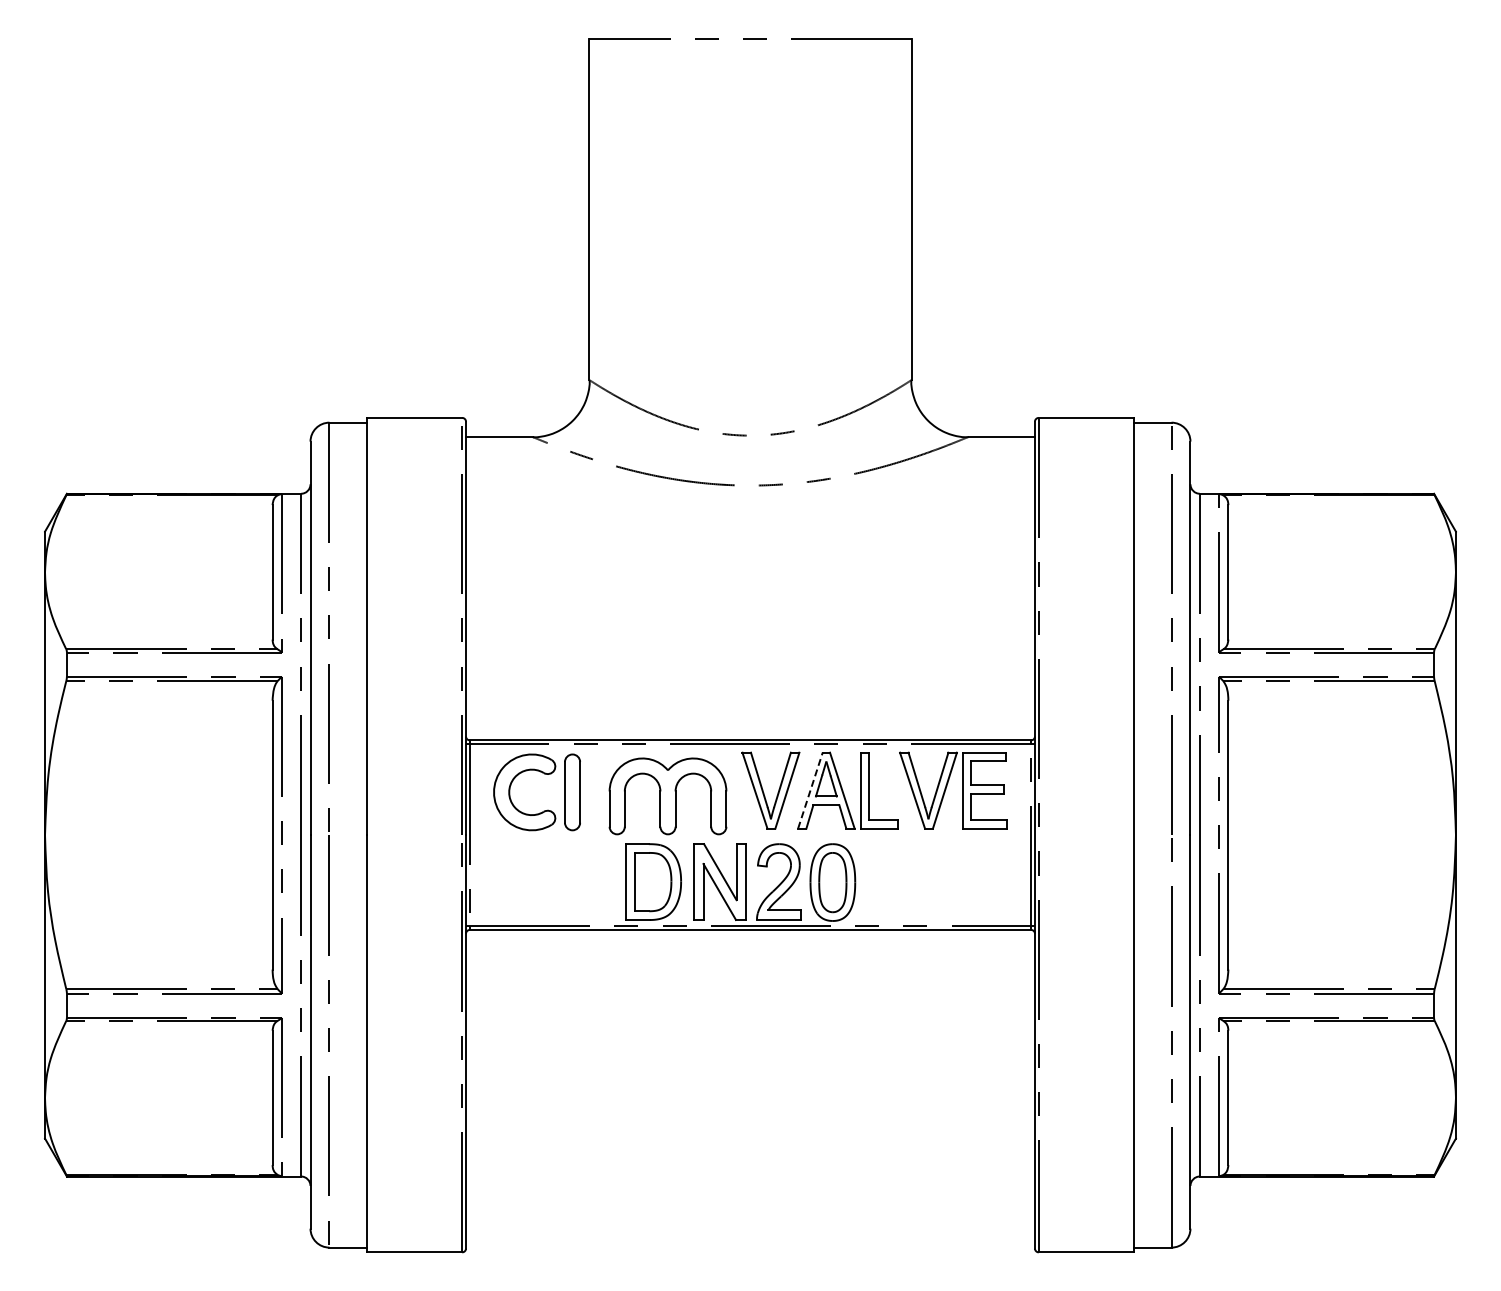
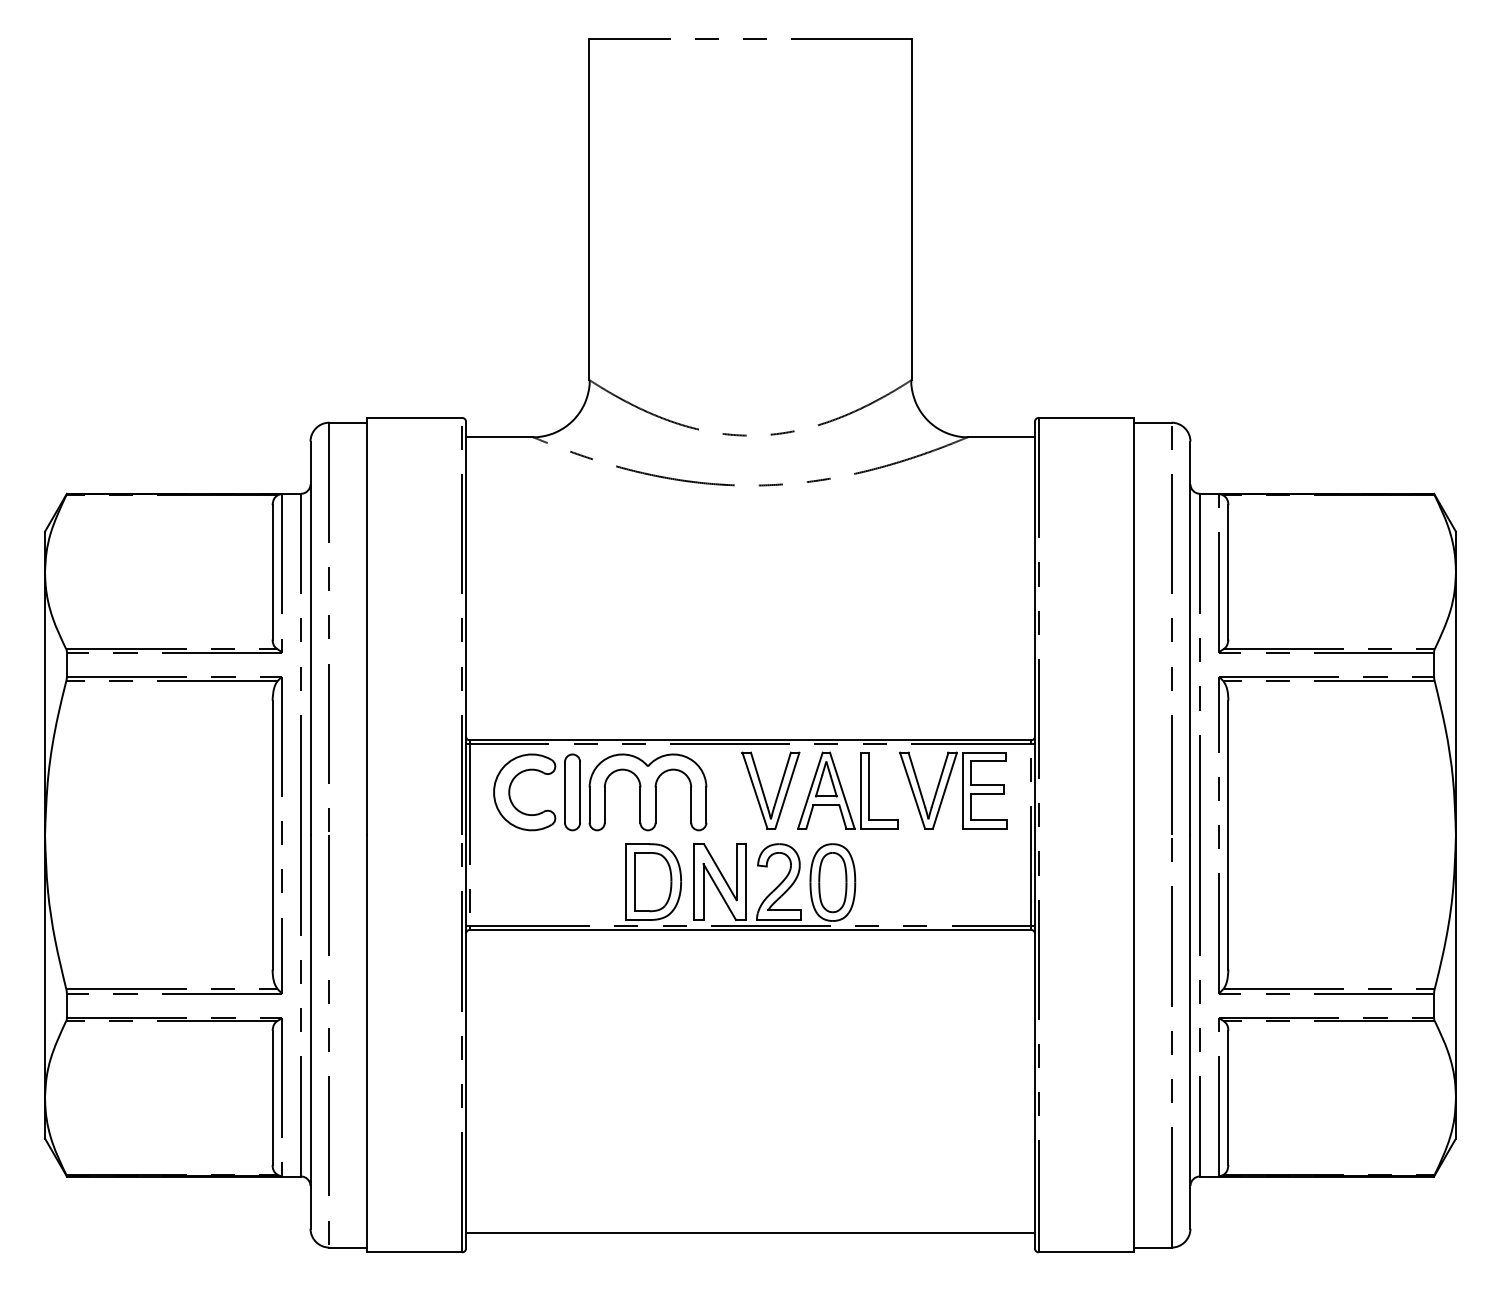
line at (810, 790): dashed -> solid
part at (667, 796) position: (667, 796) -> (647, 792)
line at (750, 1233): none -> present
